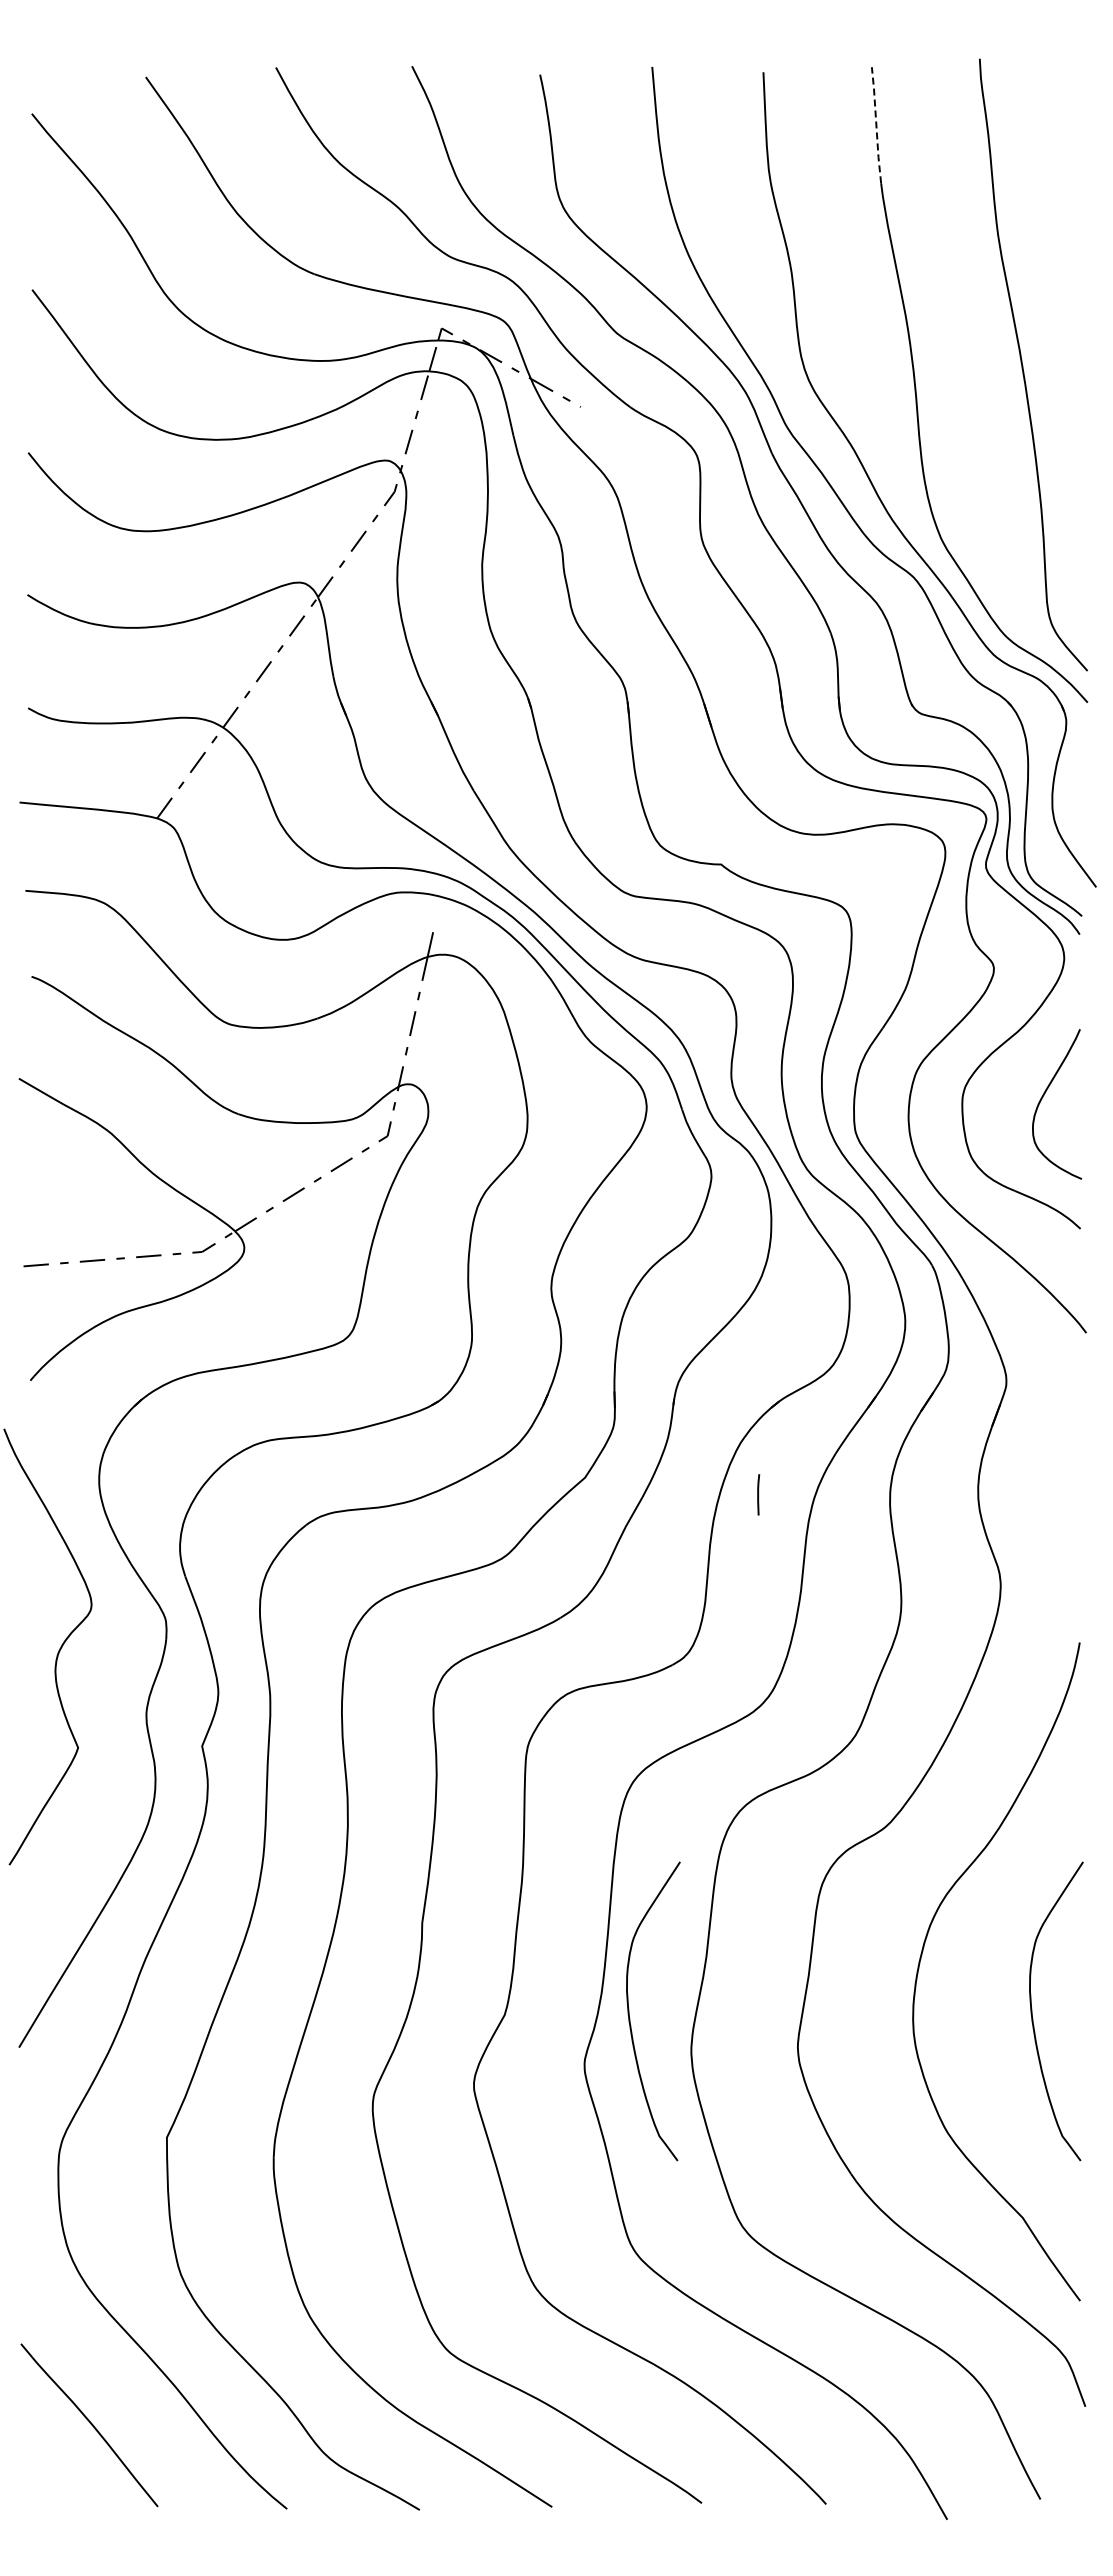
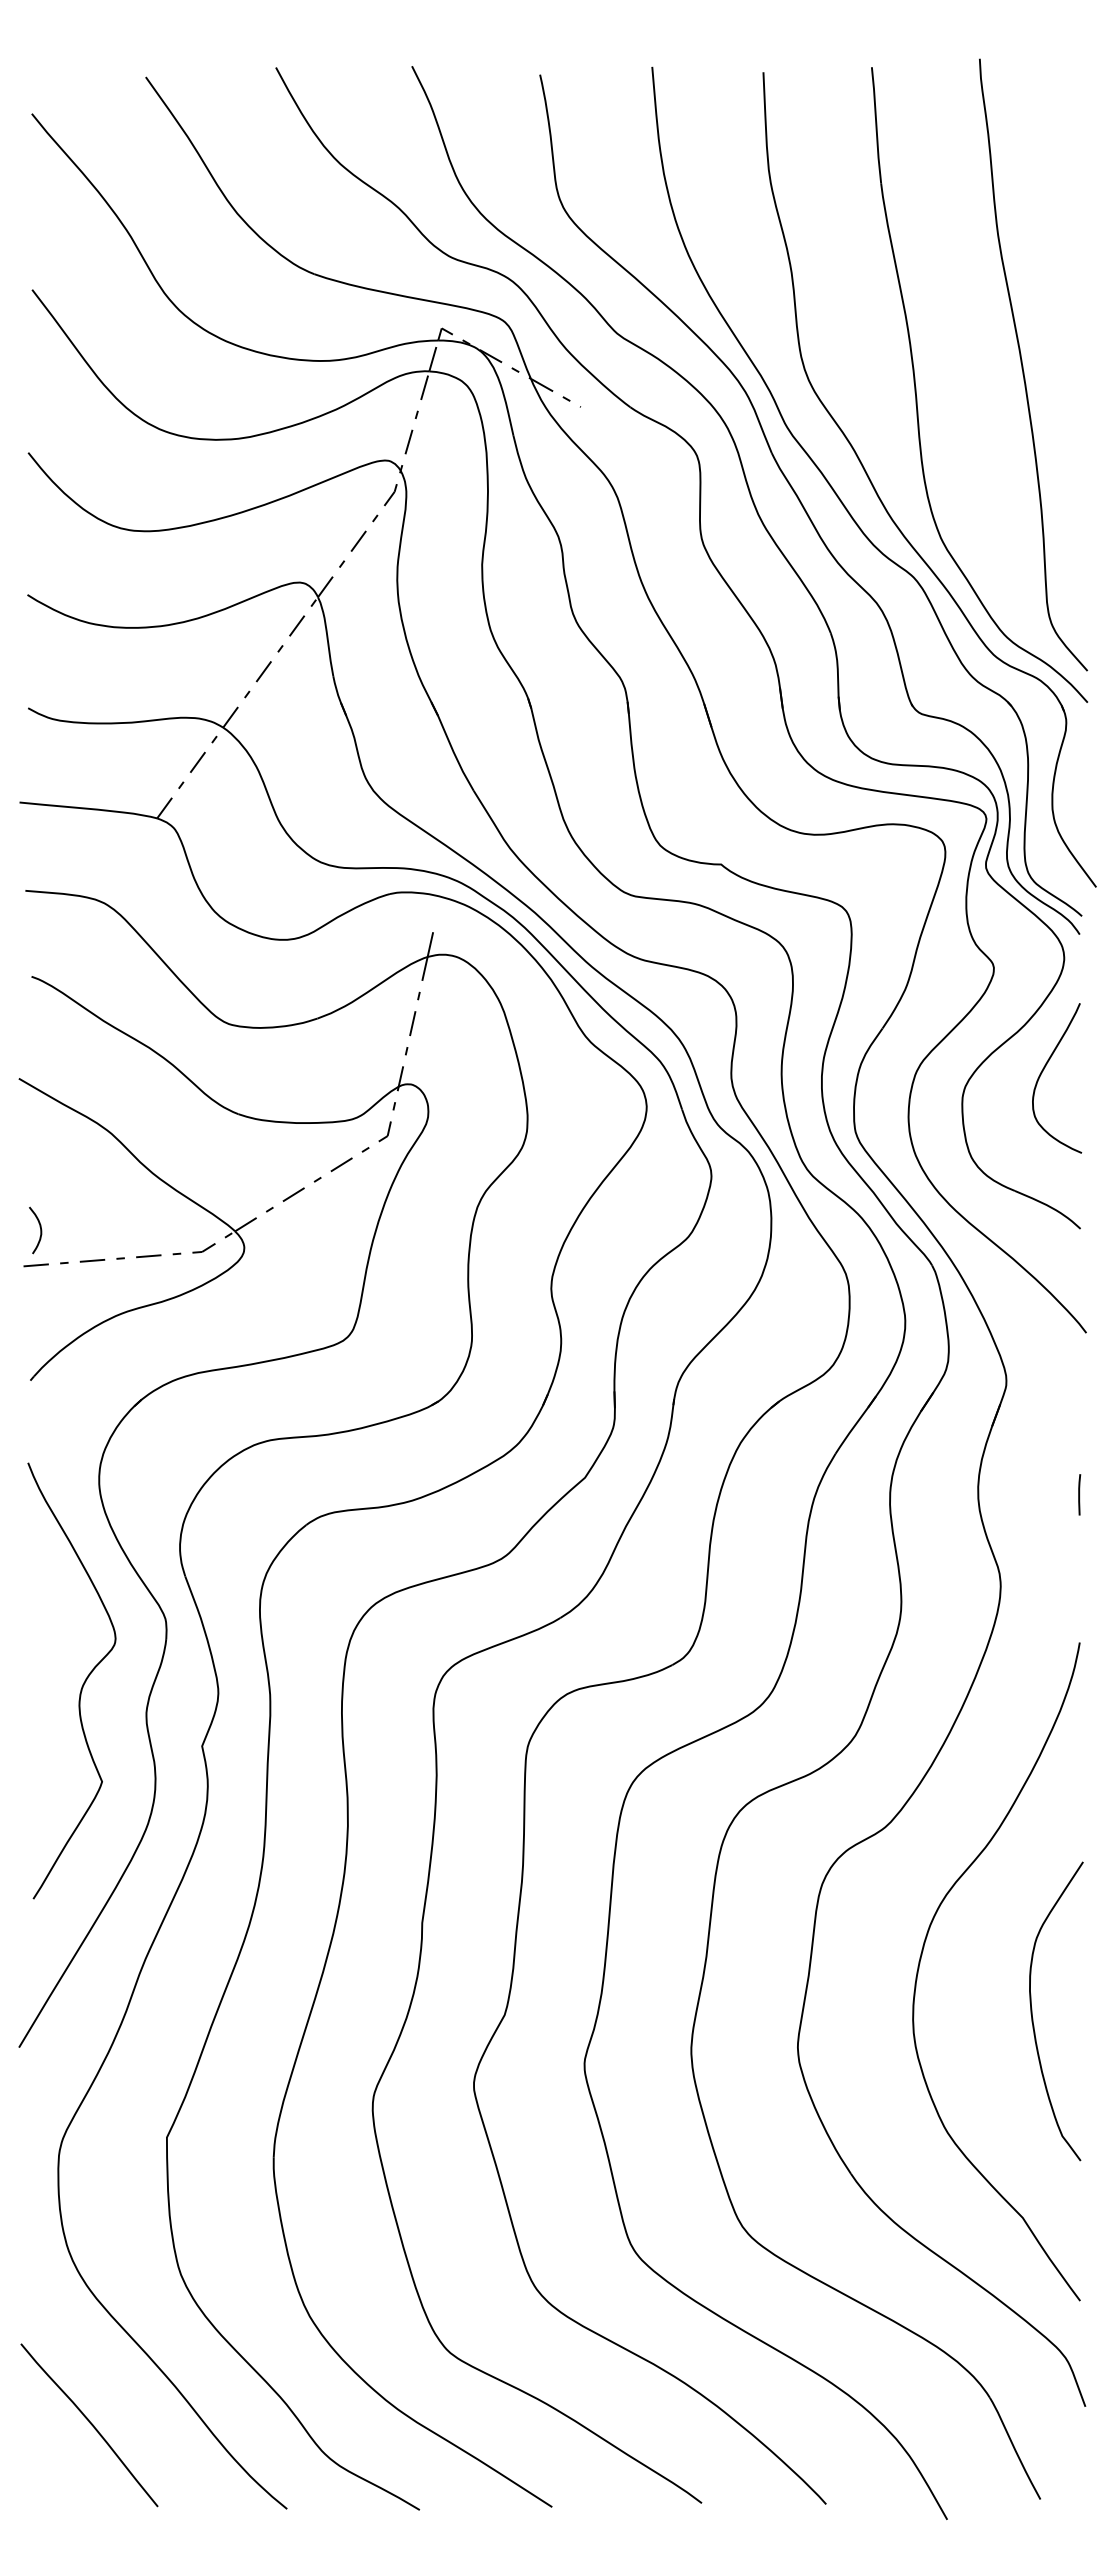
line at (876, 124): dashed -> solid
curve at (1043, 1097) position: (1043, 1097) -> (1043, 1071)
curve at (39, 1227): none -> present
line at (758, 1494) position: (758, 1494) -> (1079, 1494)
curve at (57, 1652) position: (57, 1652) -> (81, 1686)
curve at (629, 2011): present -> none
